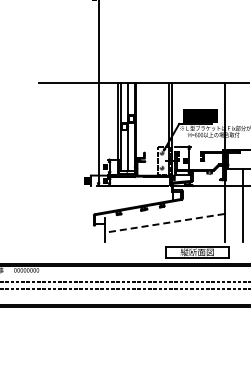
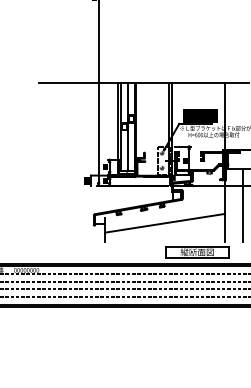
line at (164, 223): dashed -> solid
line at (124, 273): none -> present
line at (124, 297): none -> present
